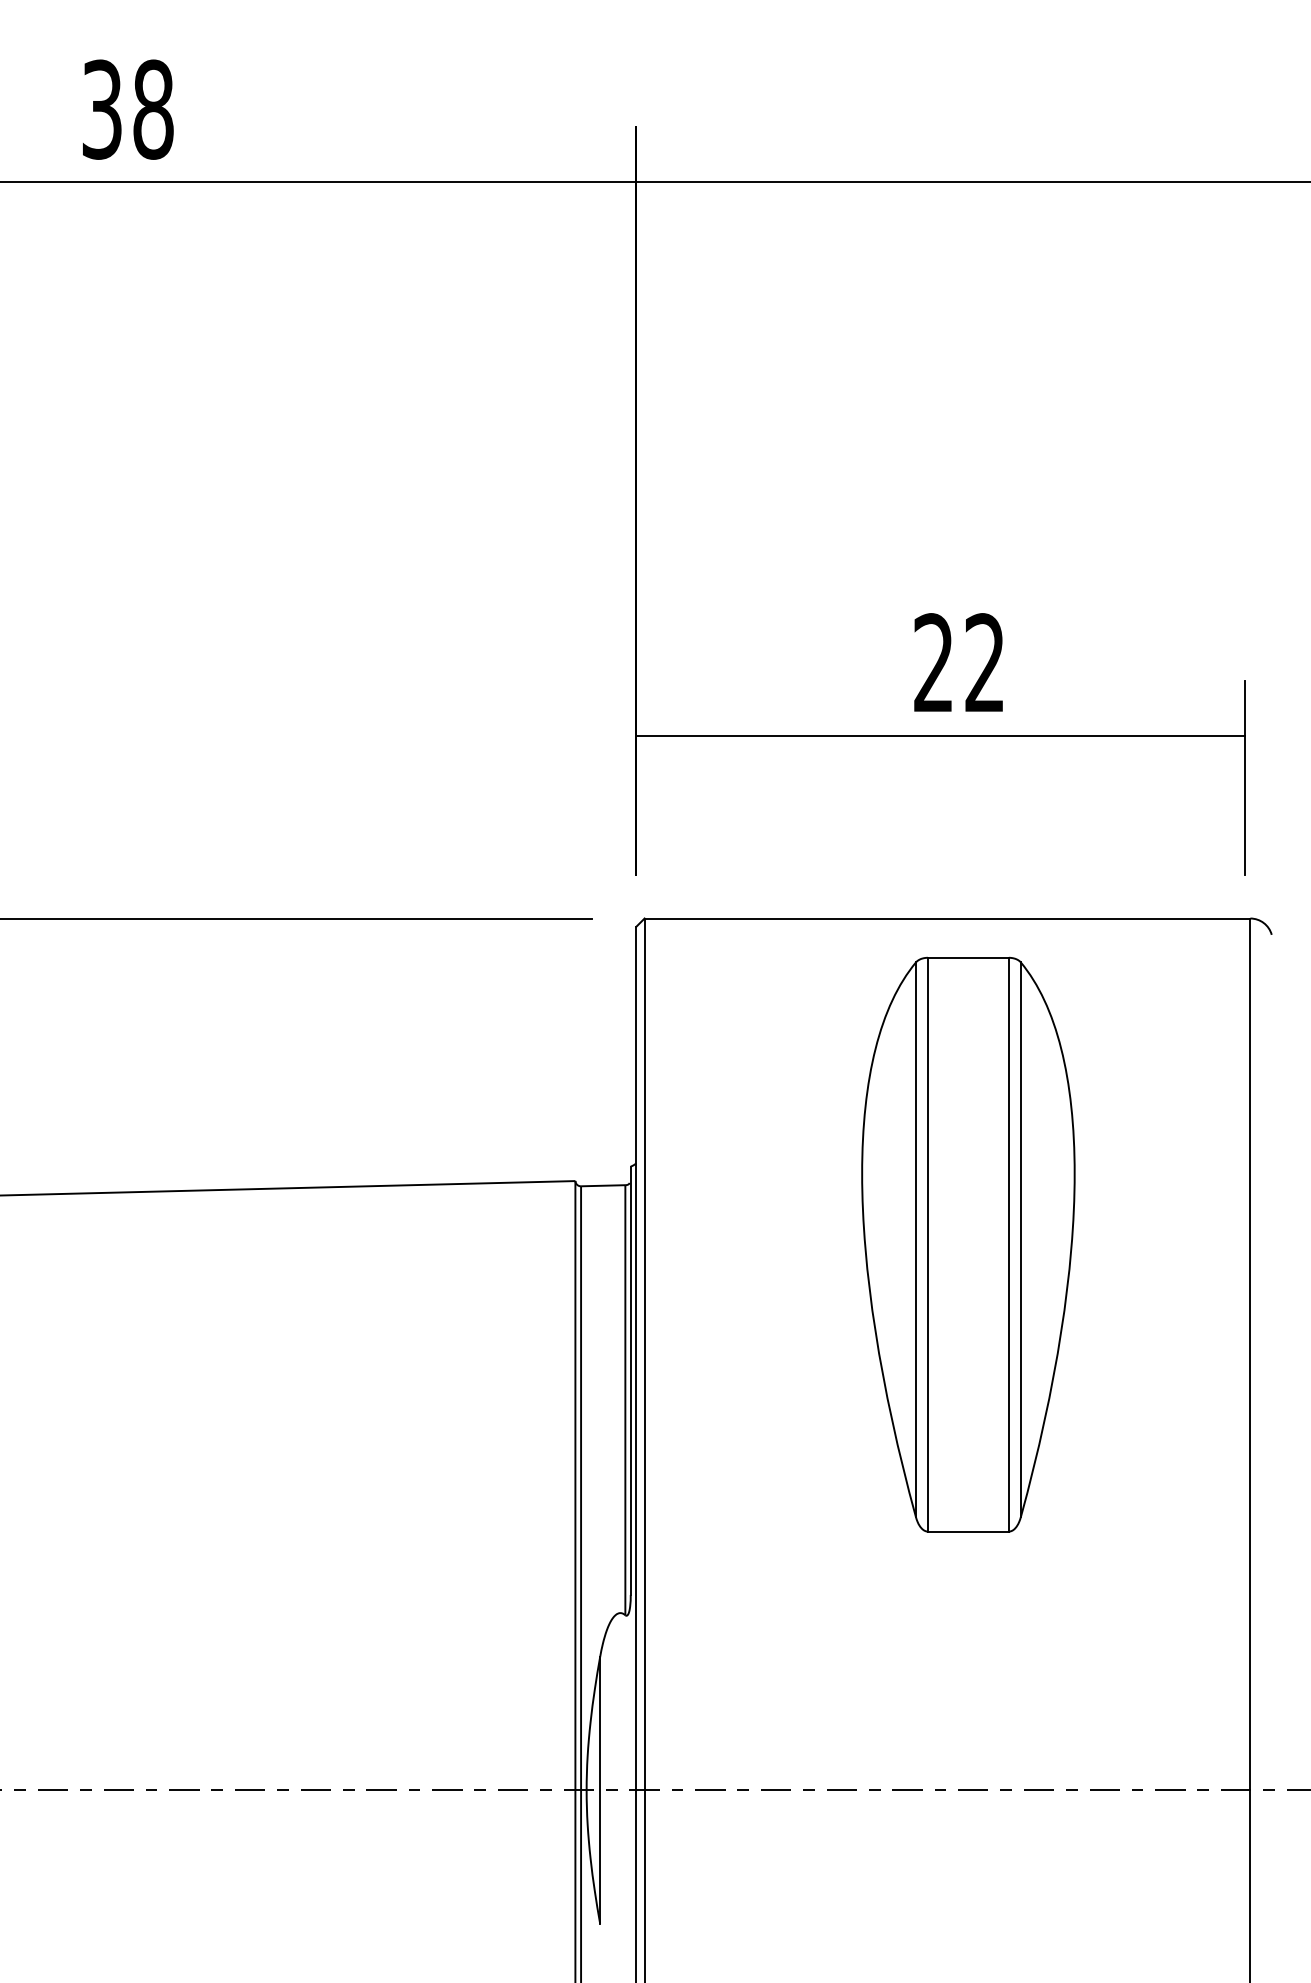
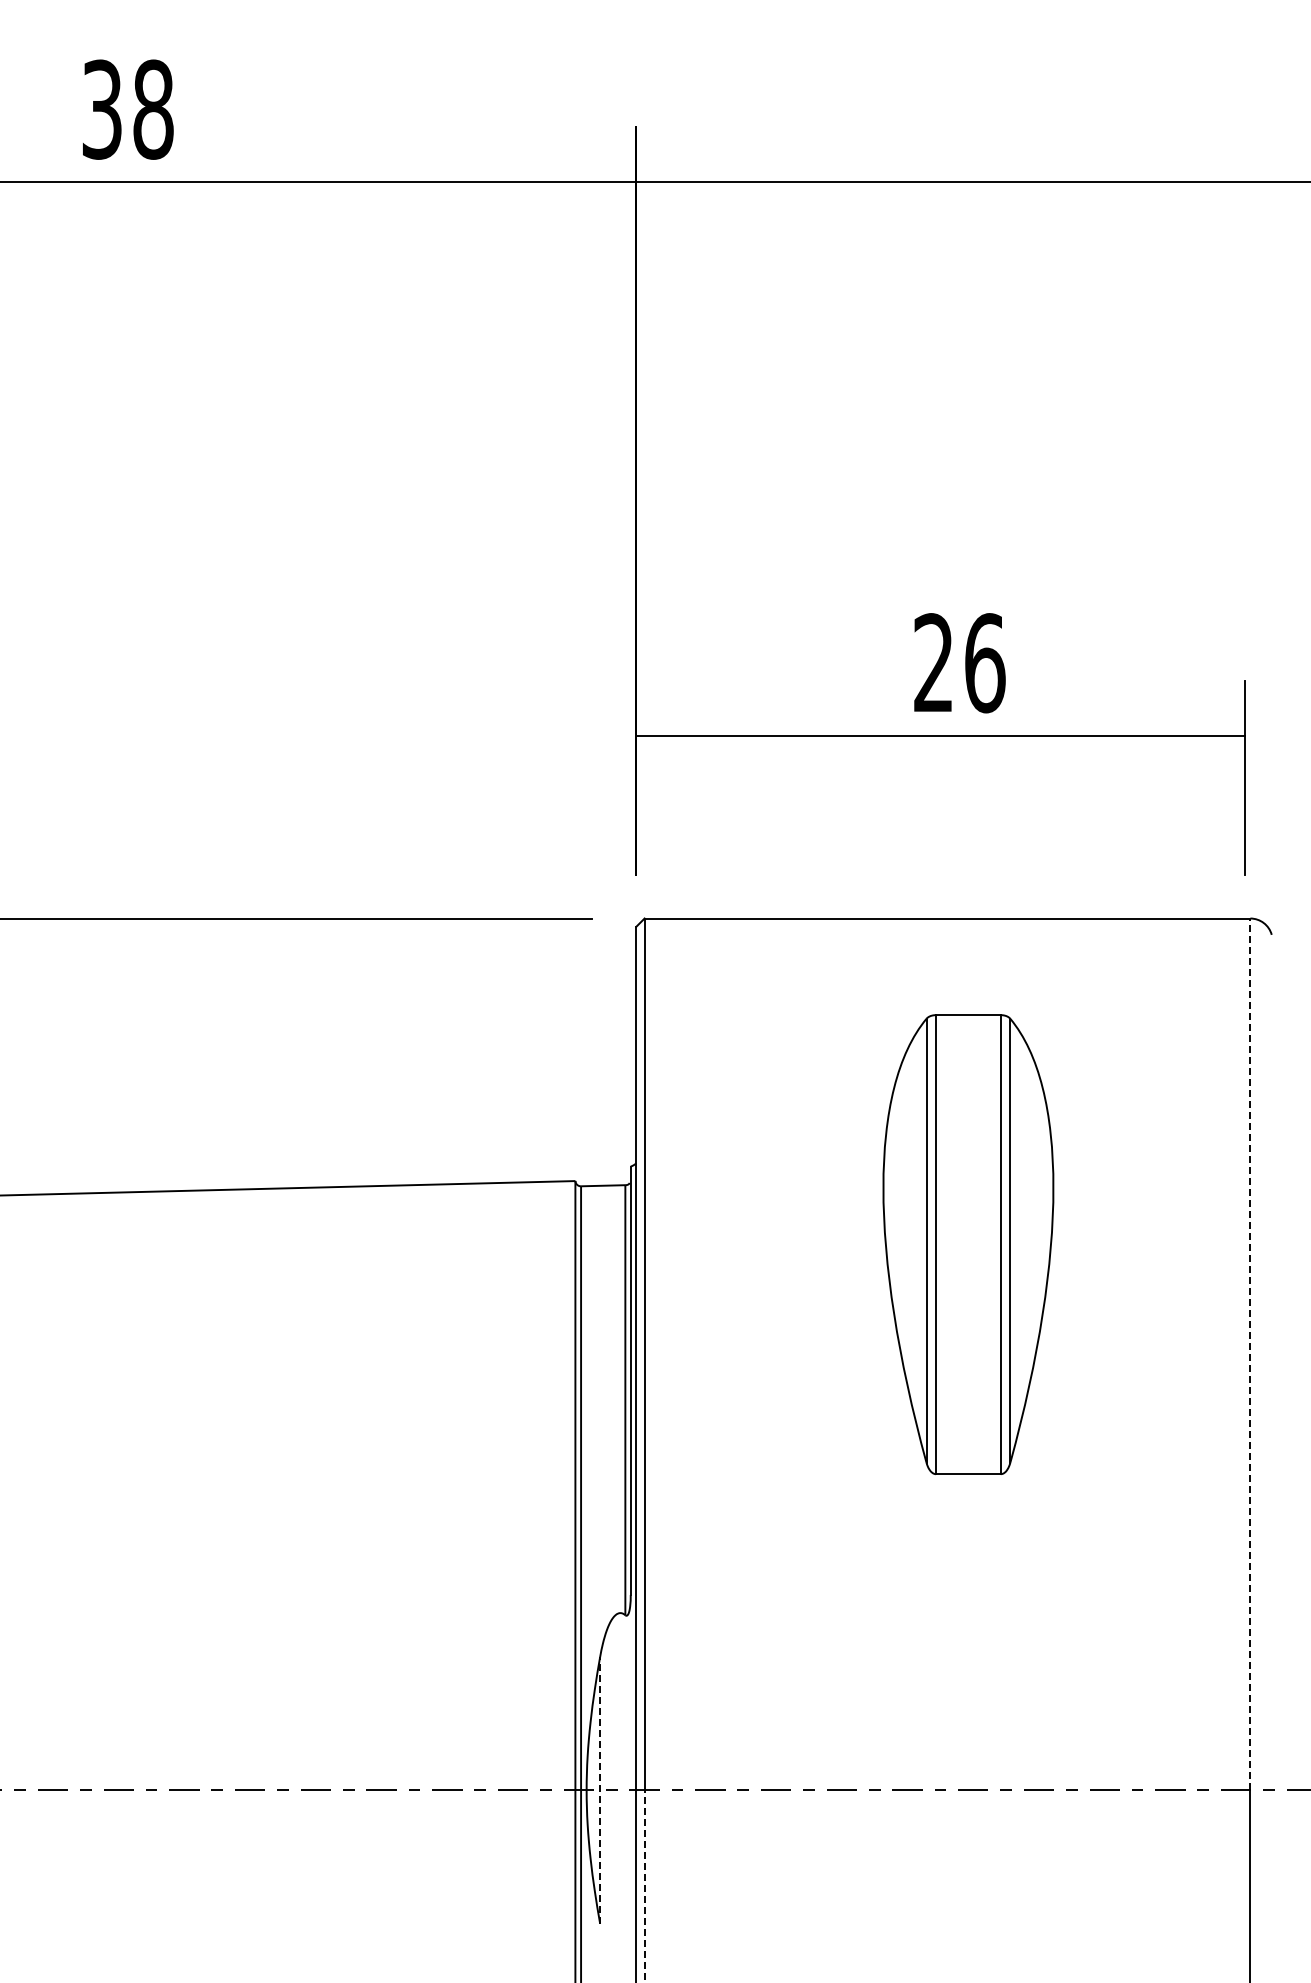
text at (985, 663): 22 -> 26
part at (968, 1244) size: 215x577 px -> 173x461 px
line at (1250, 1354): solid -> dashed
line at (600, 1789): solid -> dashed
line at (644, 1886): solid -> dashed
